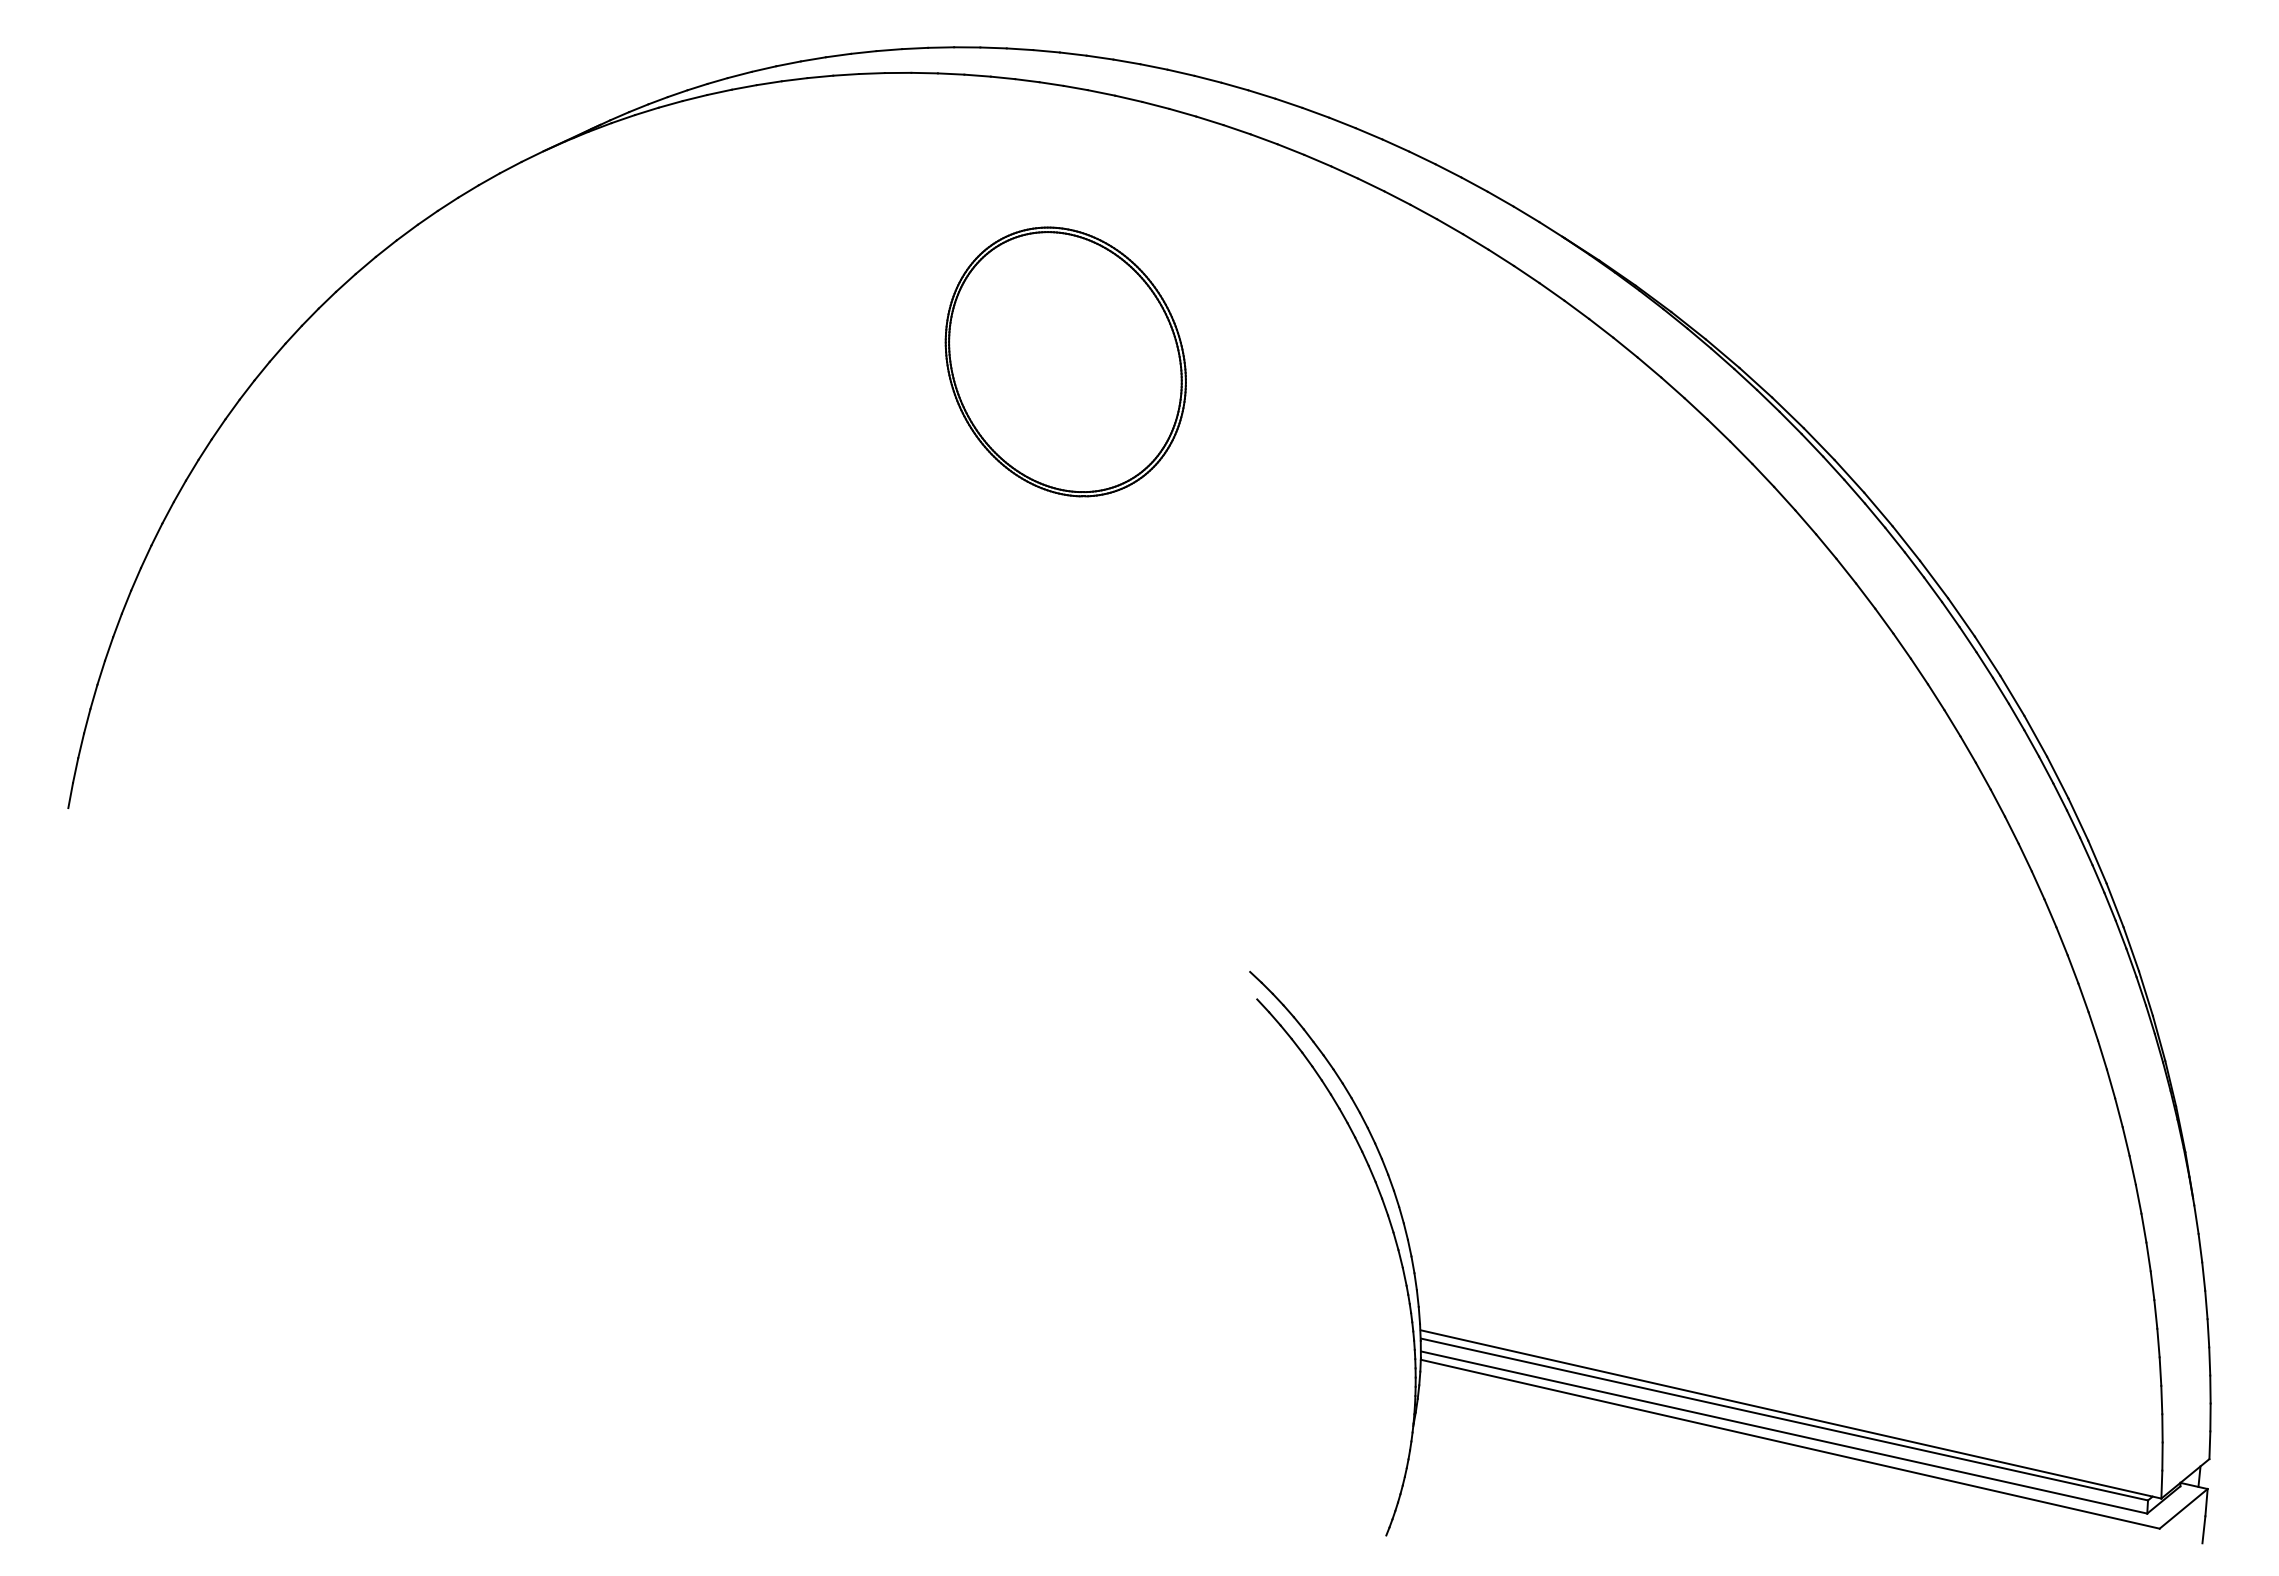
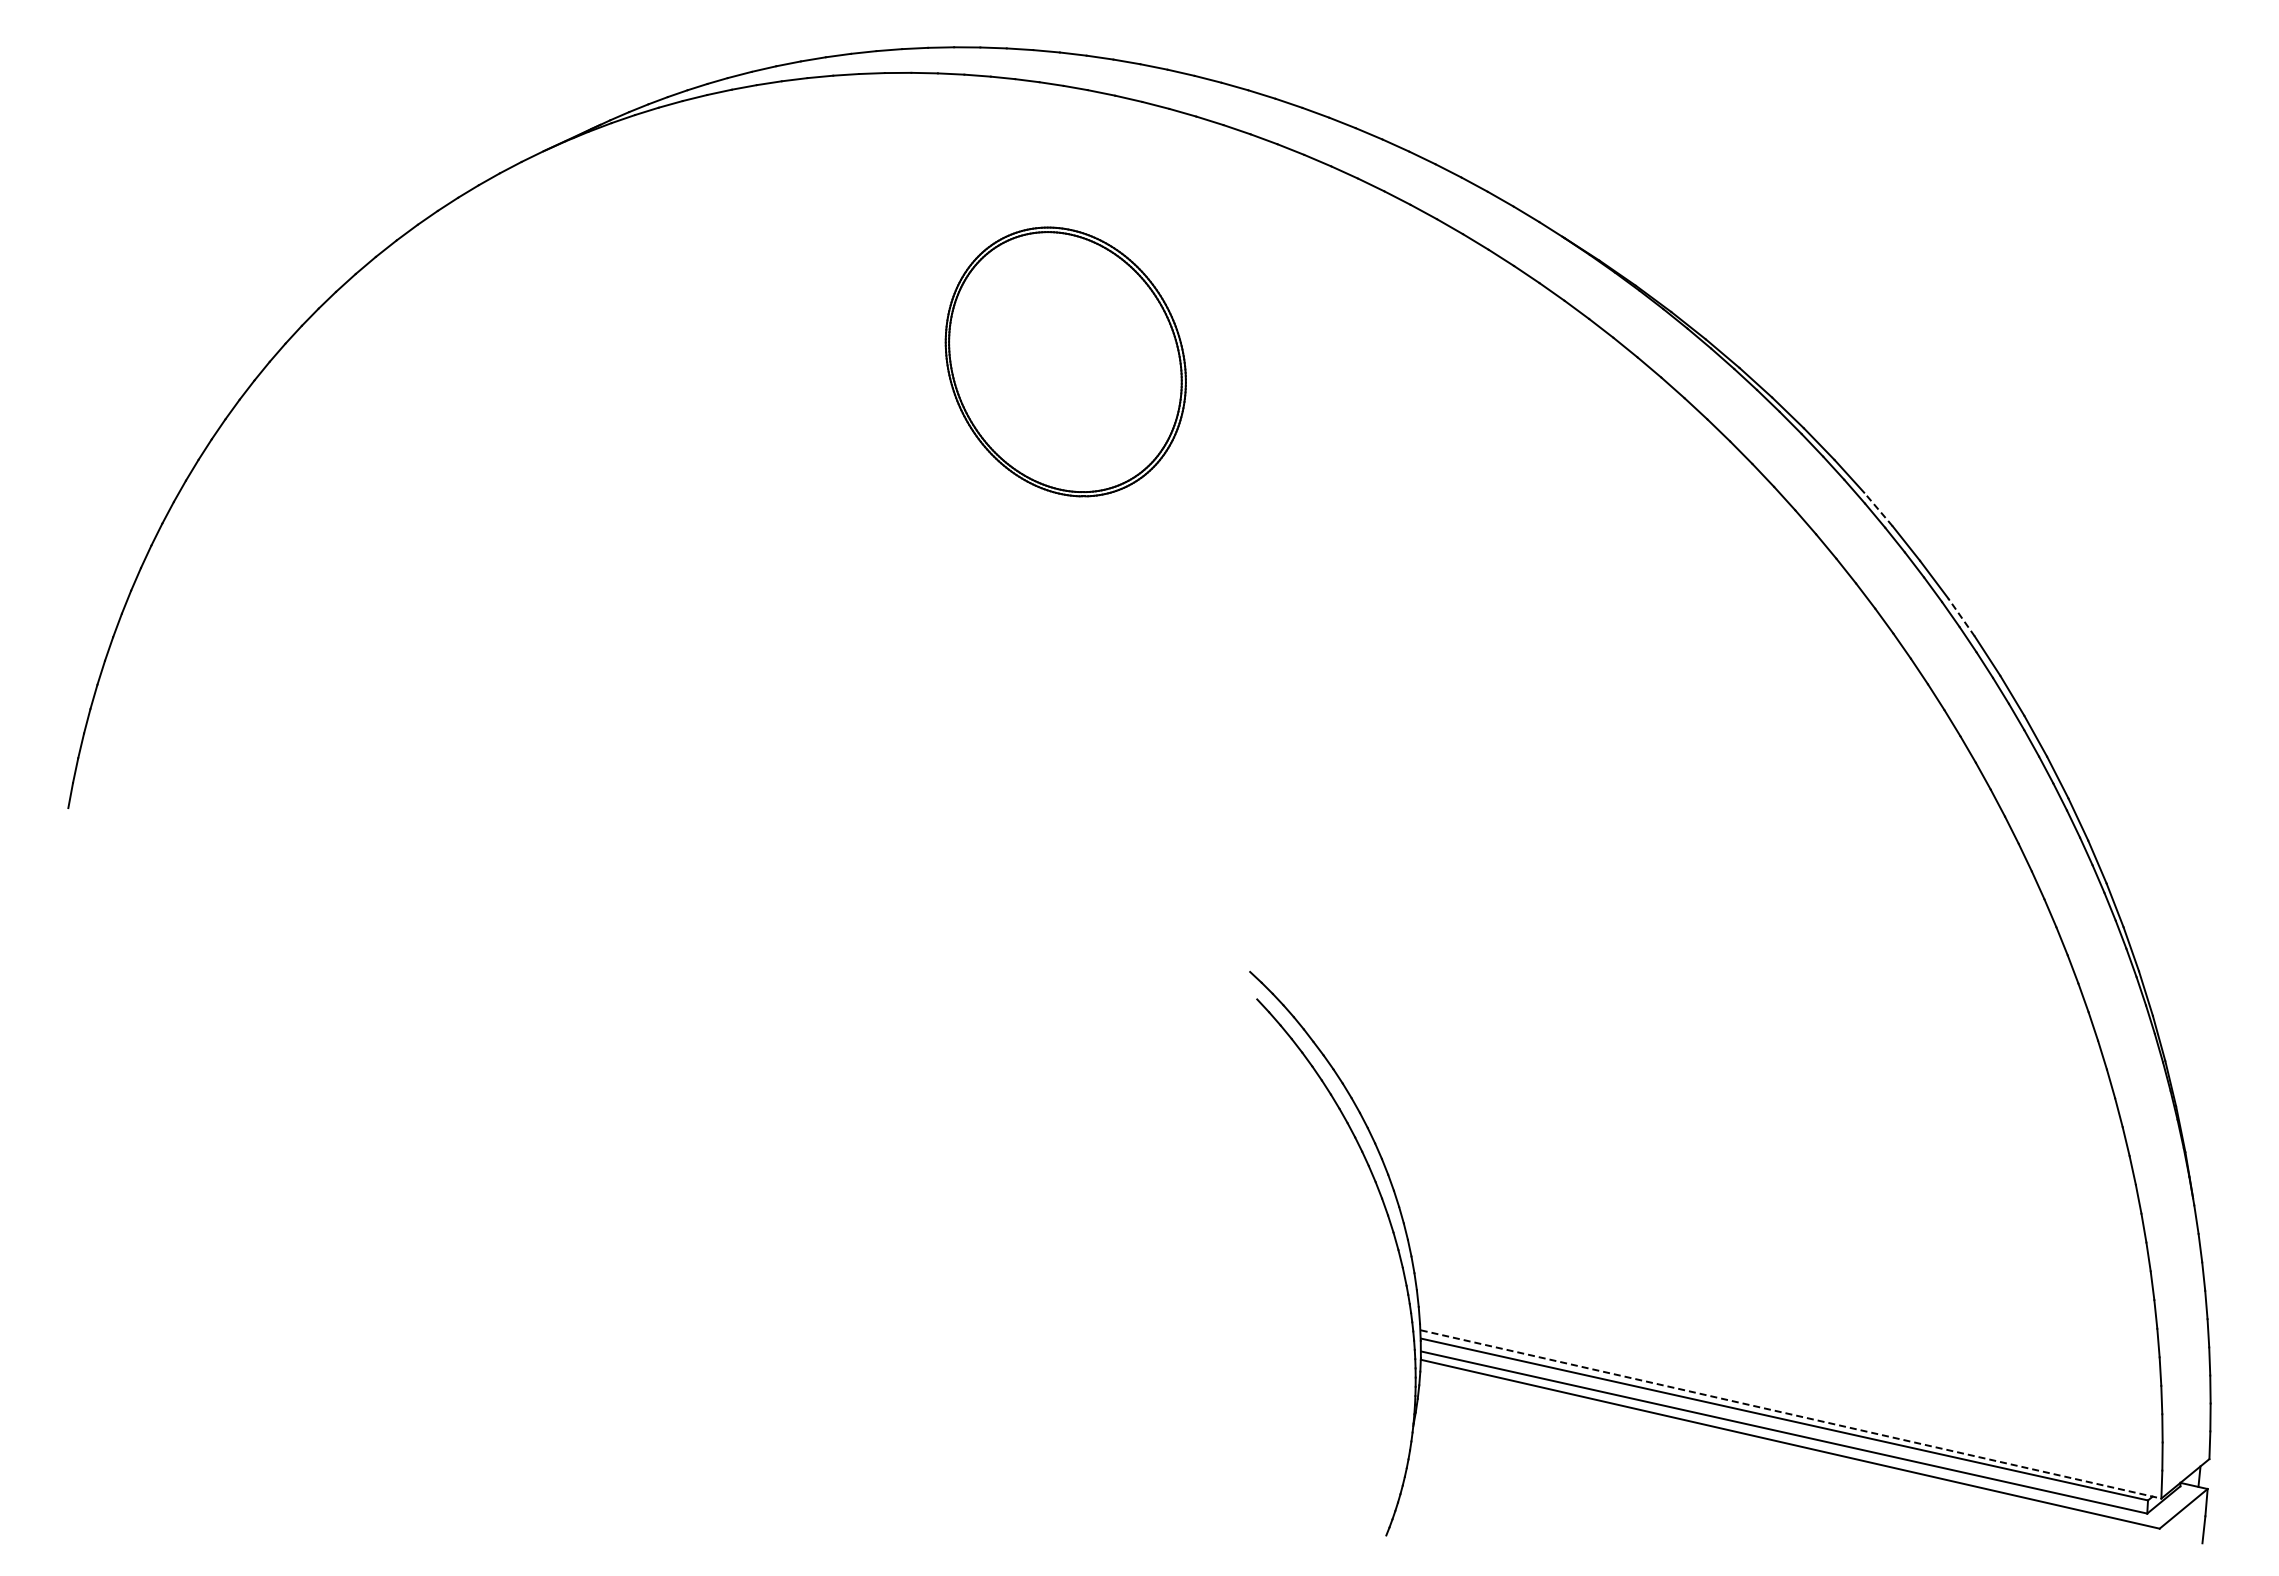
line at (1878, 509): solid -> dashed
line at (1961, 617): solid -> dashed
line at (1791, 1414): solid -> dashed
